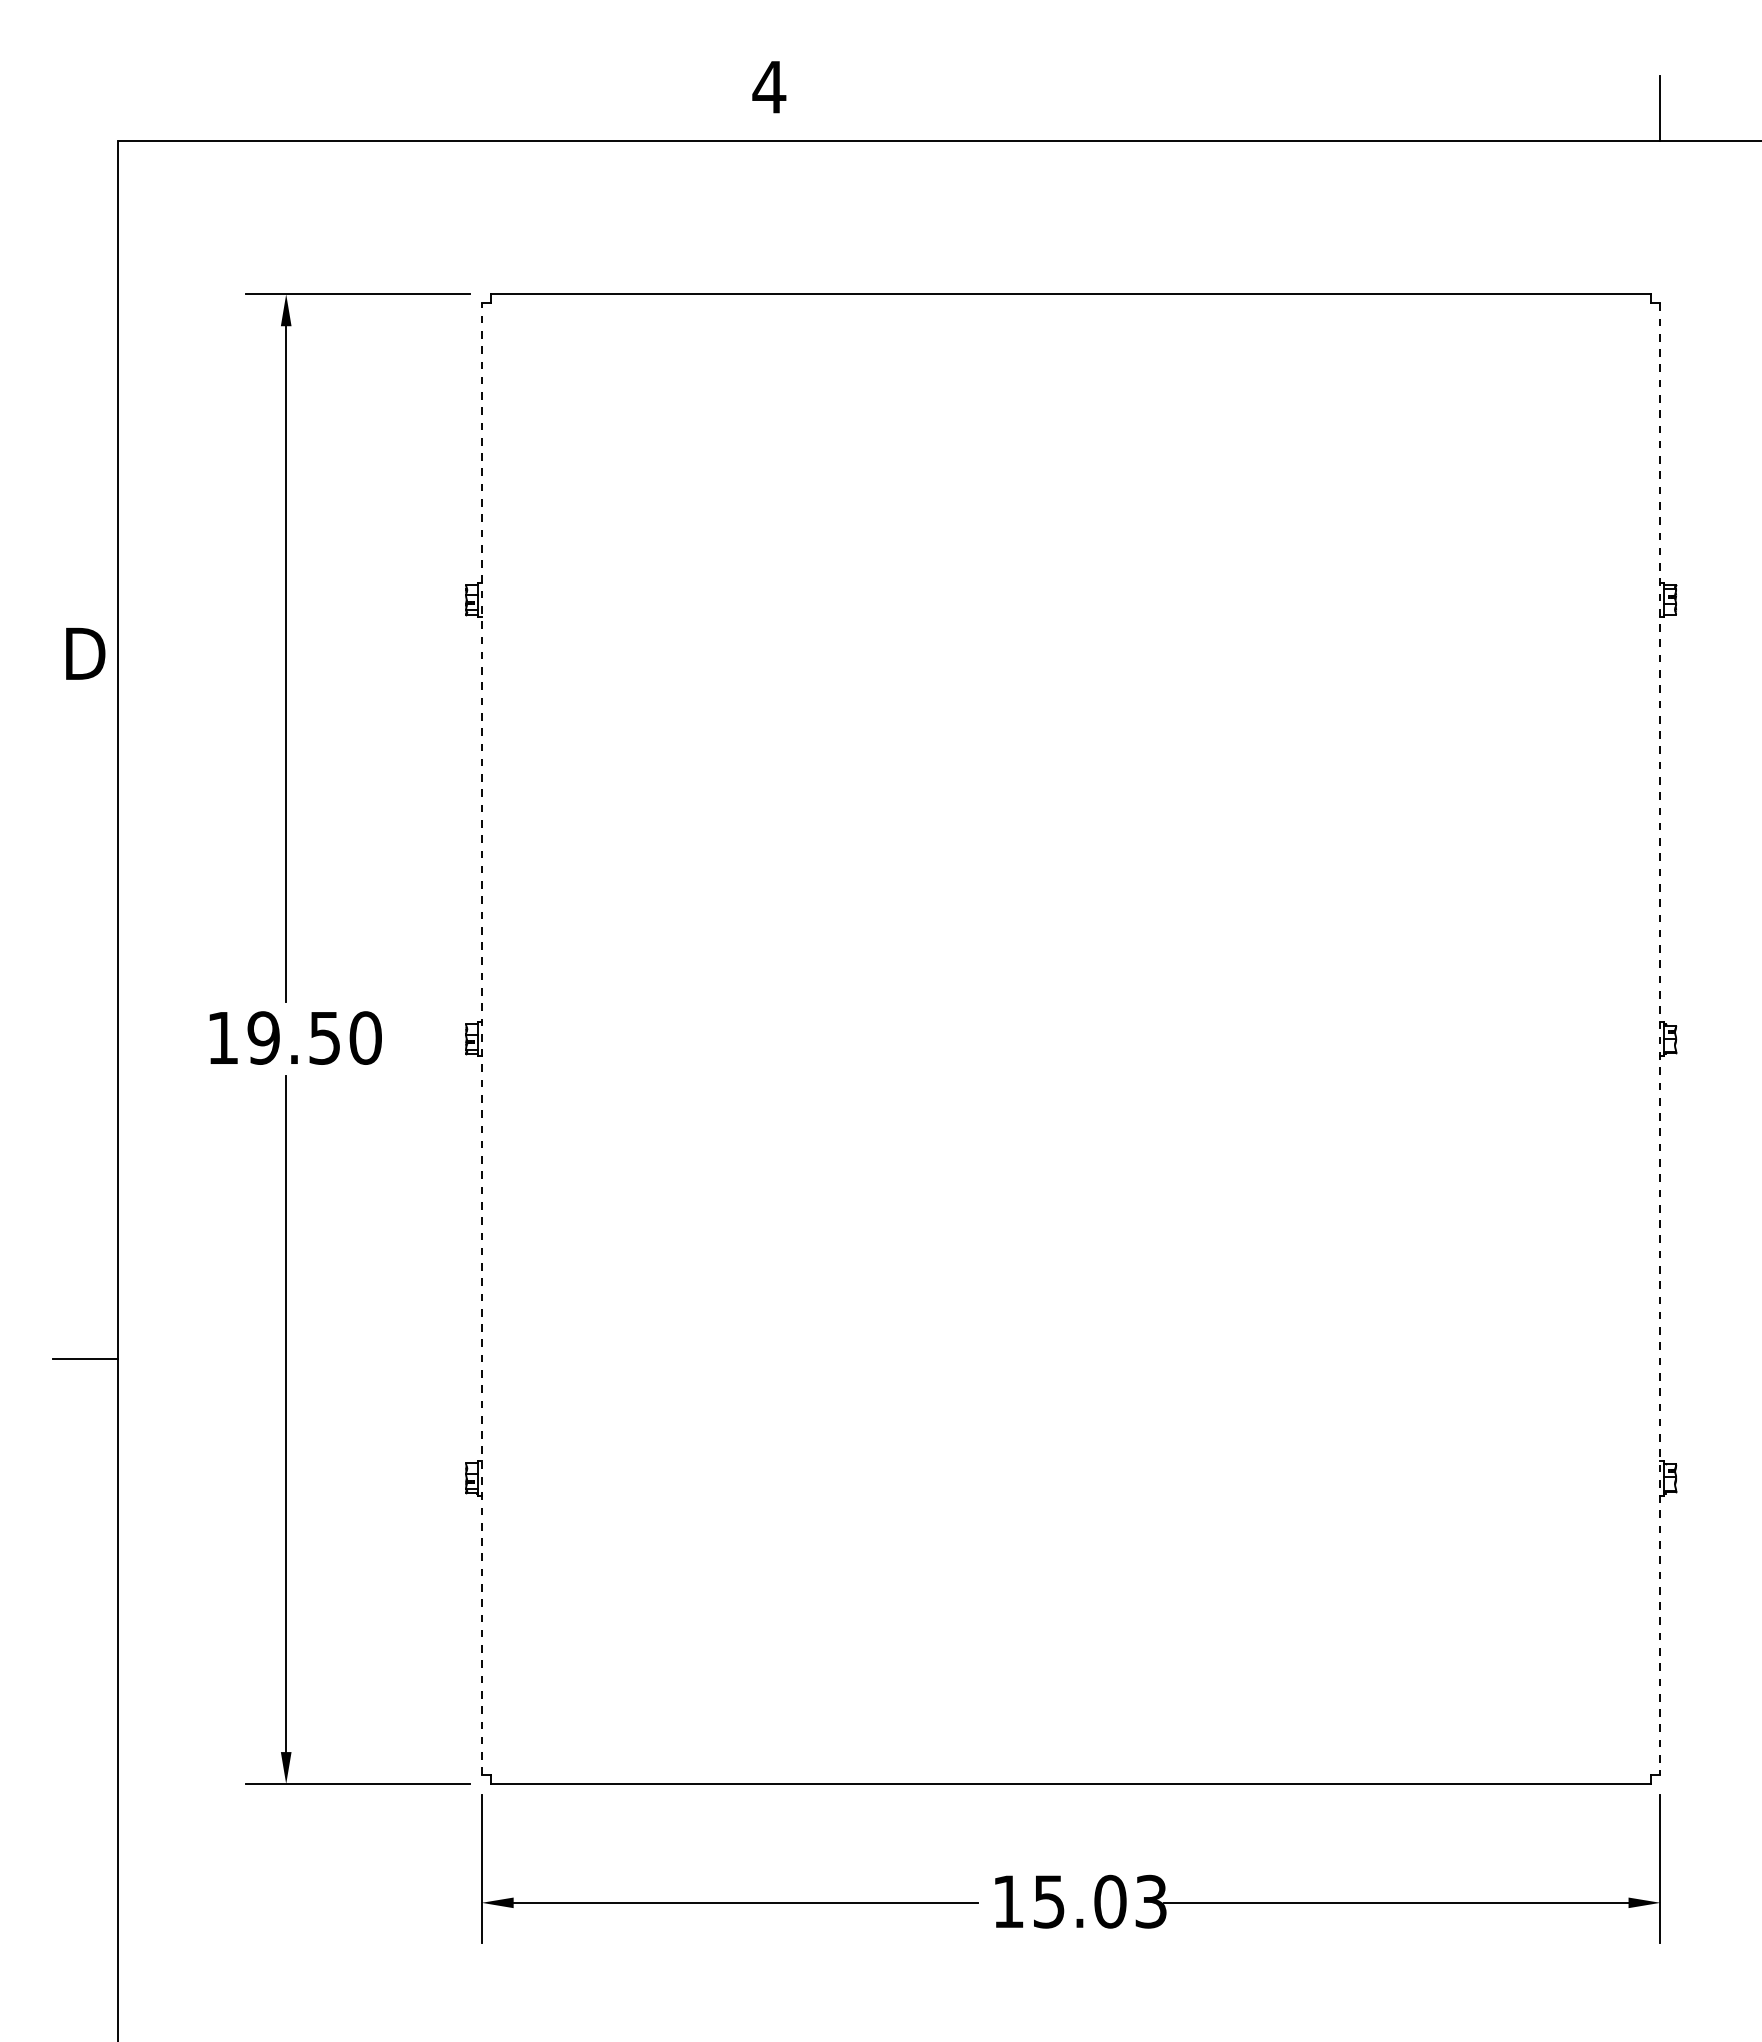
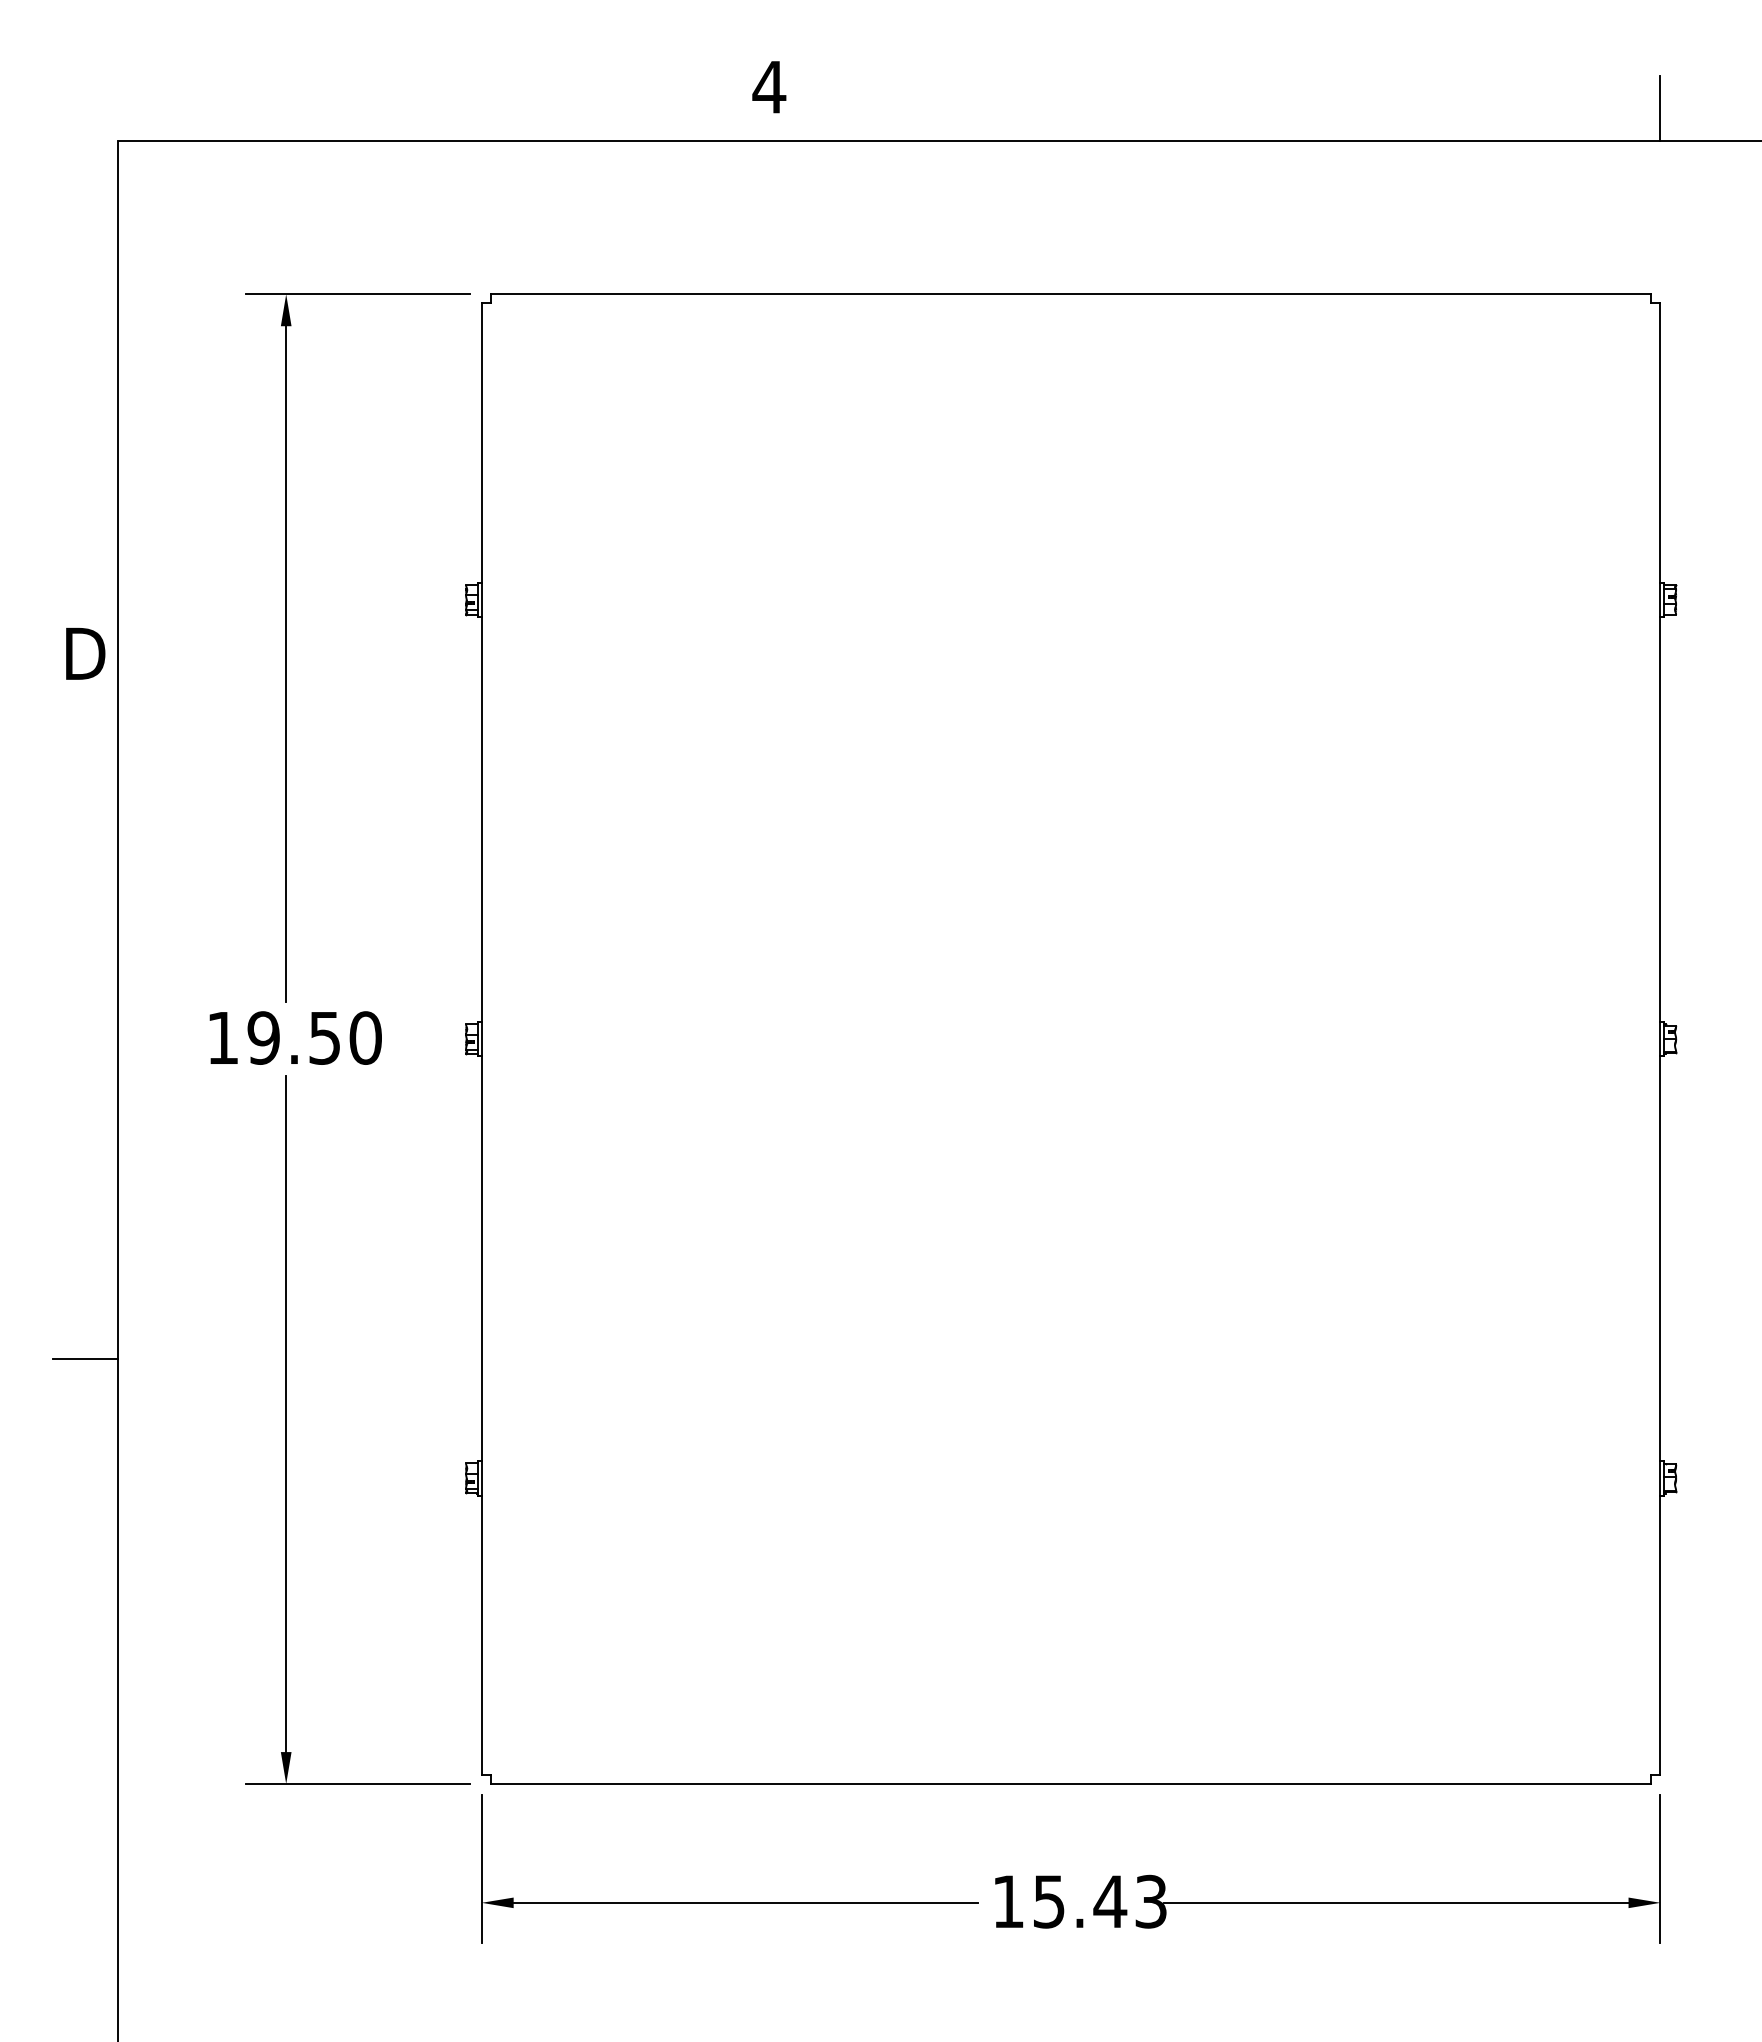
line at (481, 1039): dashed -> solid
line at (1660, 1039): dashed -> solid
text at (1110, 1901): 15.03 -> 15.43
